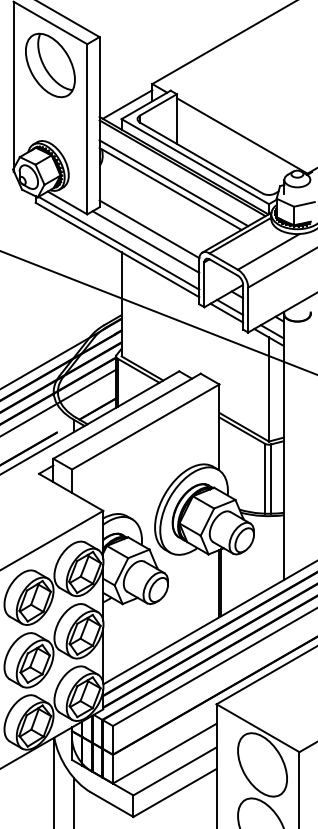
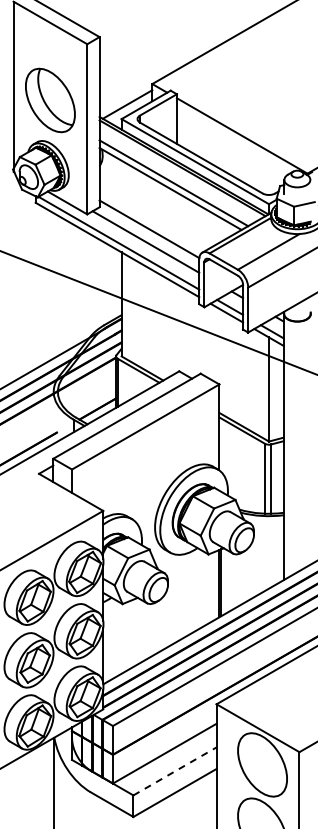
part at (50, 65) position: (50, 65) -> (50, 100)
line at (59, 402): present -> none
line at (175, 771): solid -> dashed
line at (73, 801): present -> none
